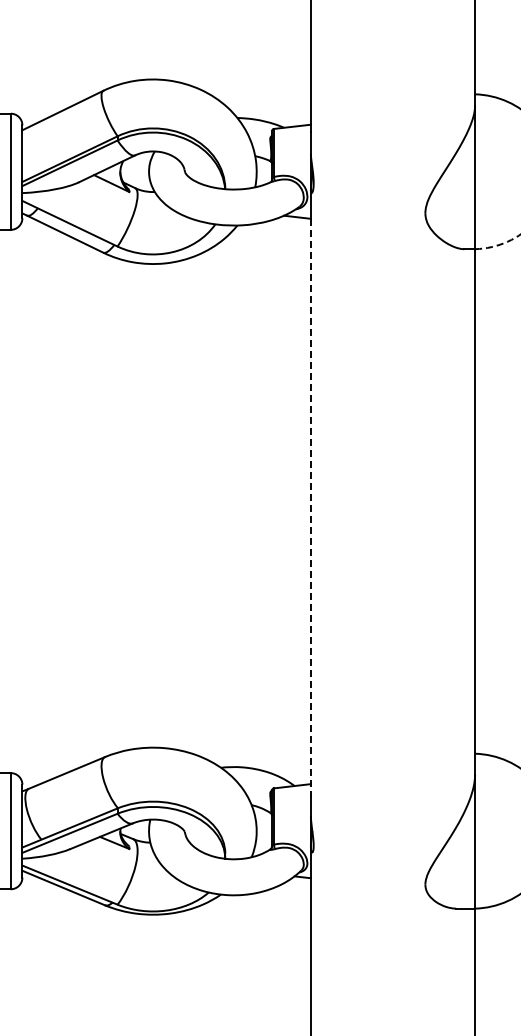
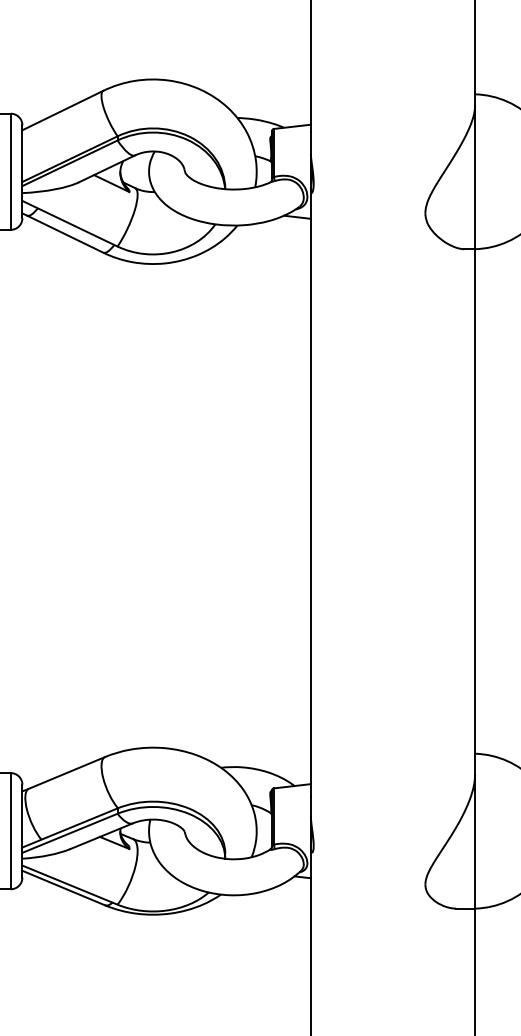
arc at (500, 244): dashed -> solid
line at (310, 508): dashed -> solid
